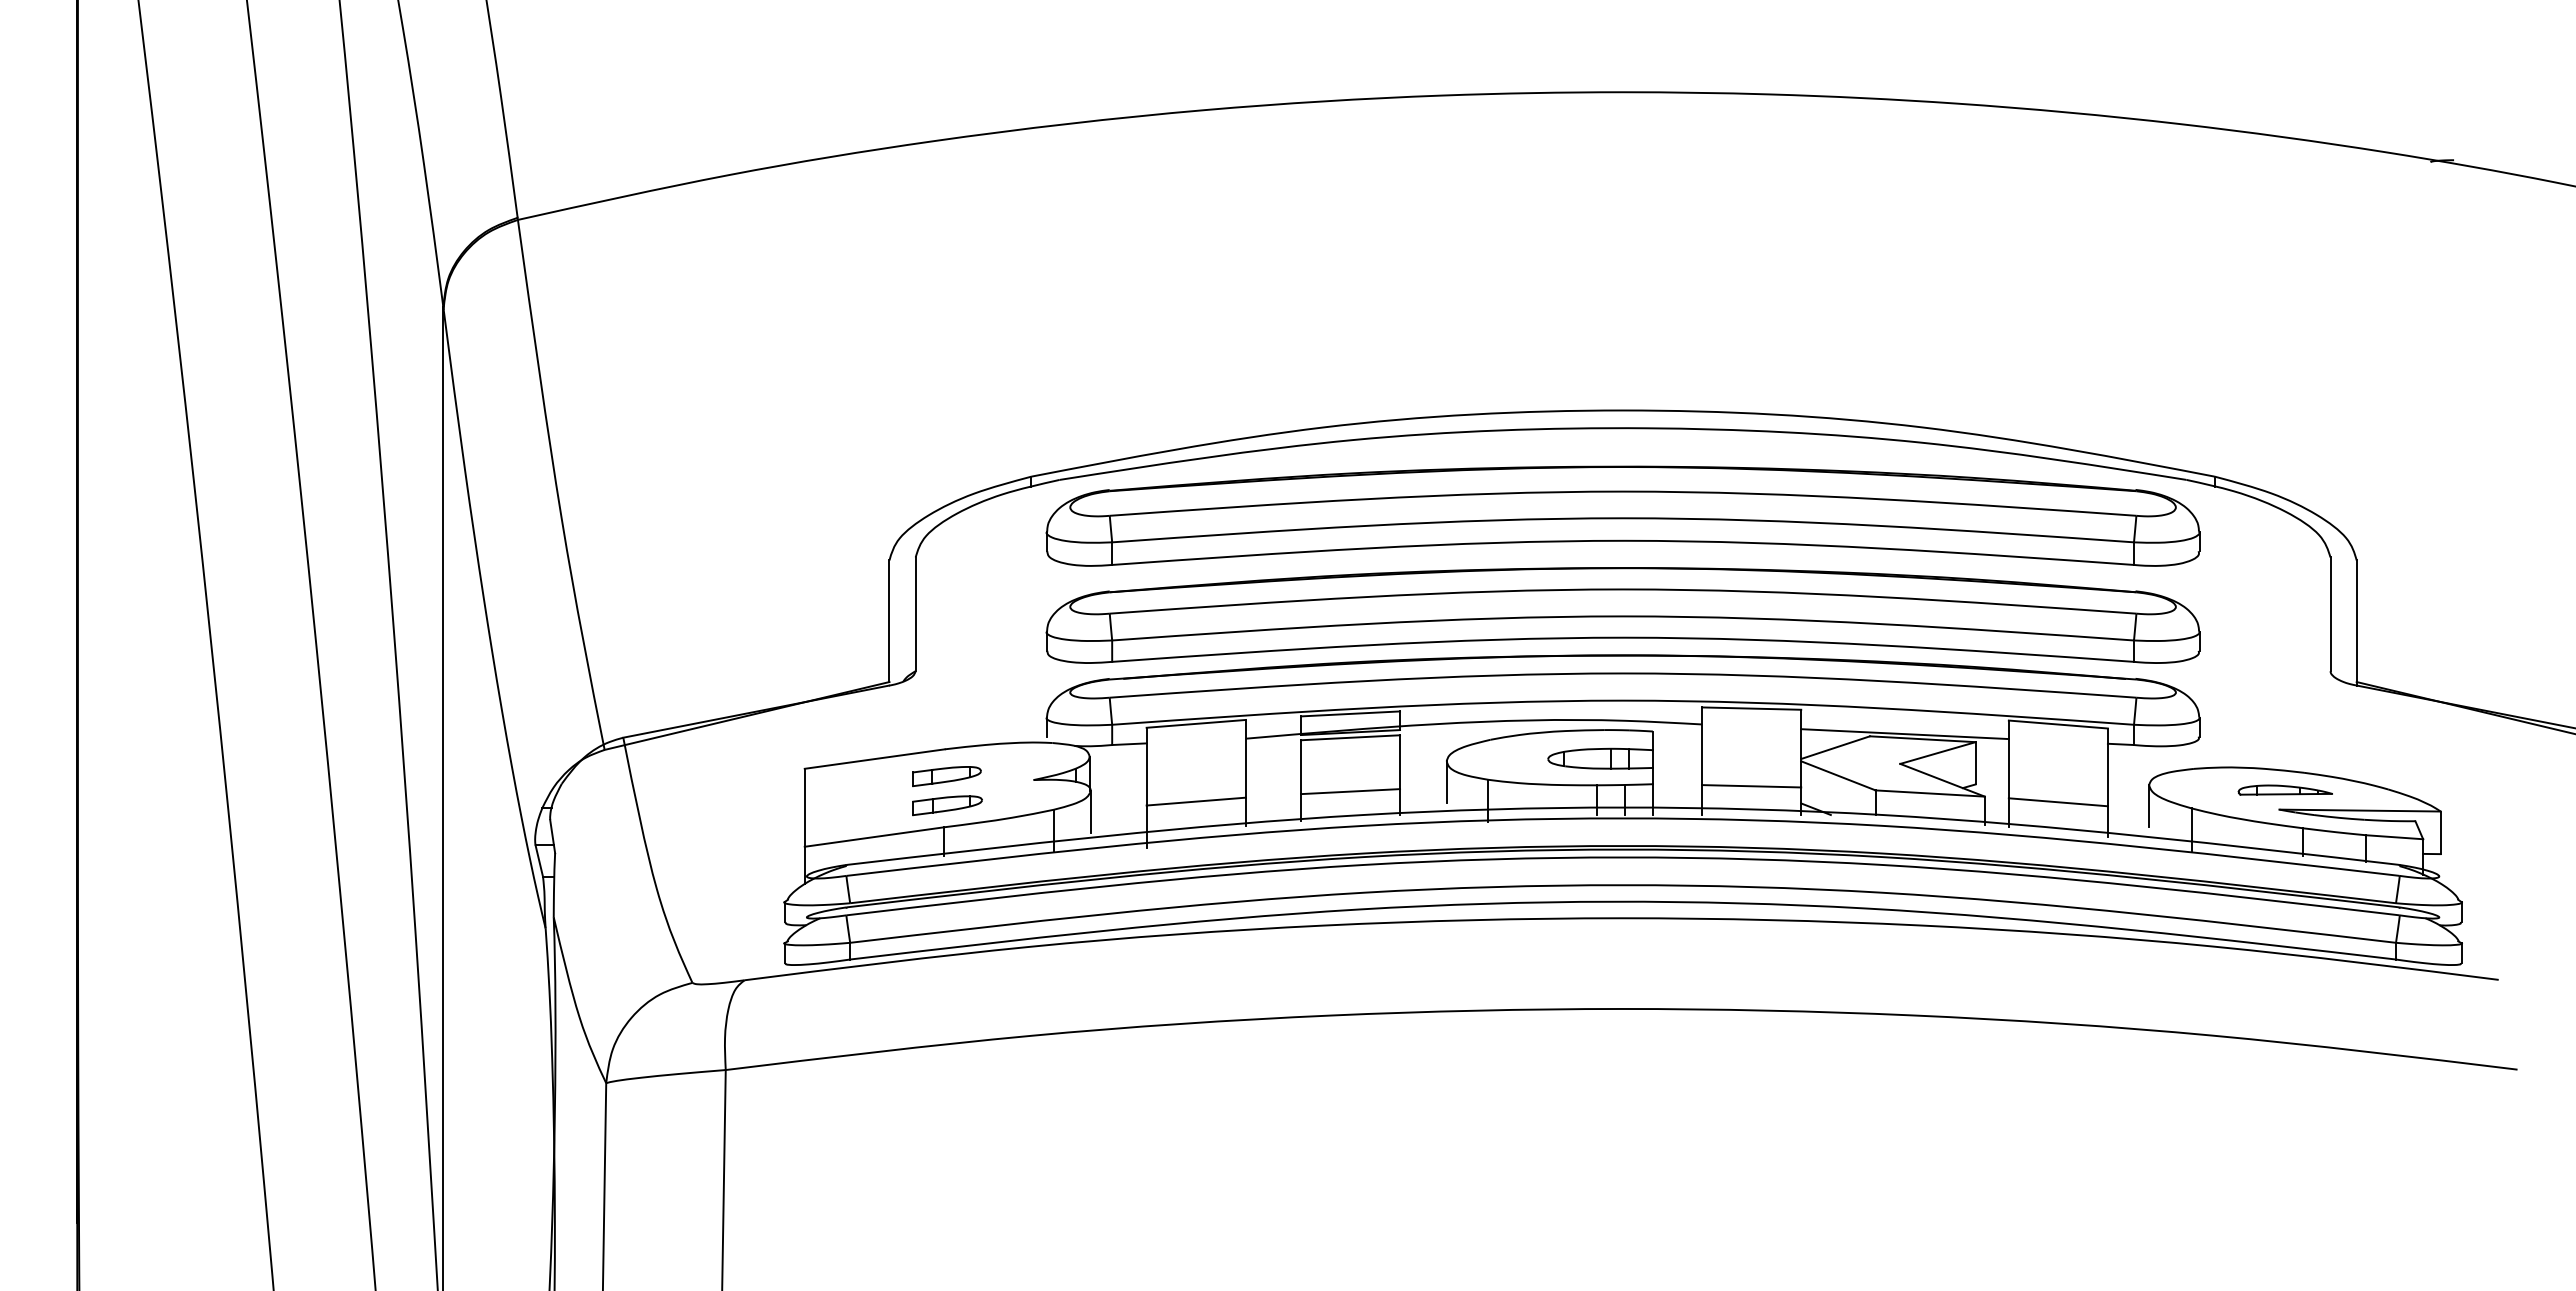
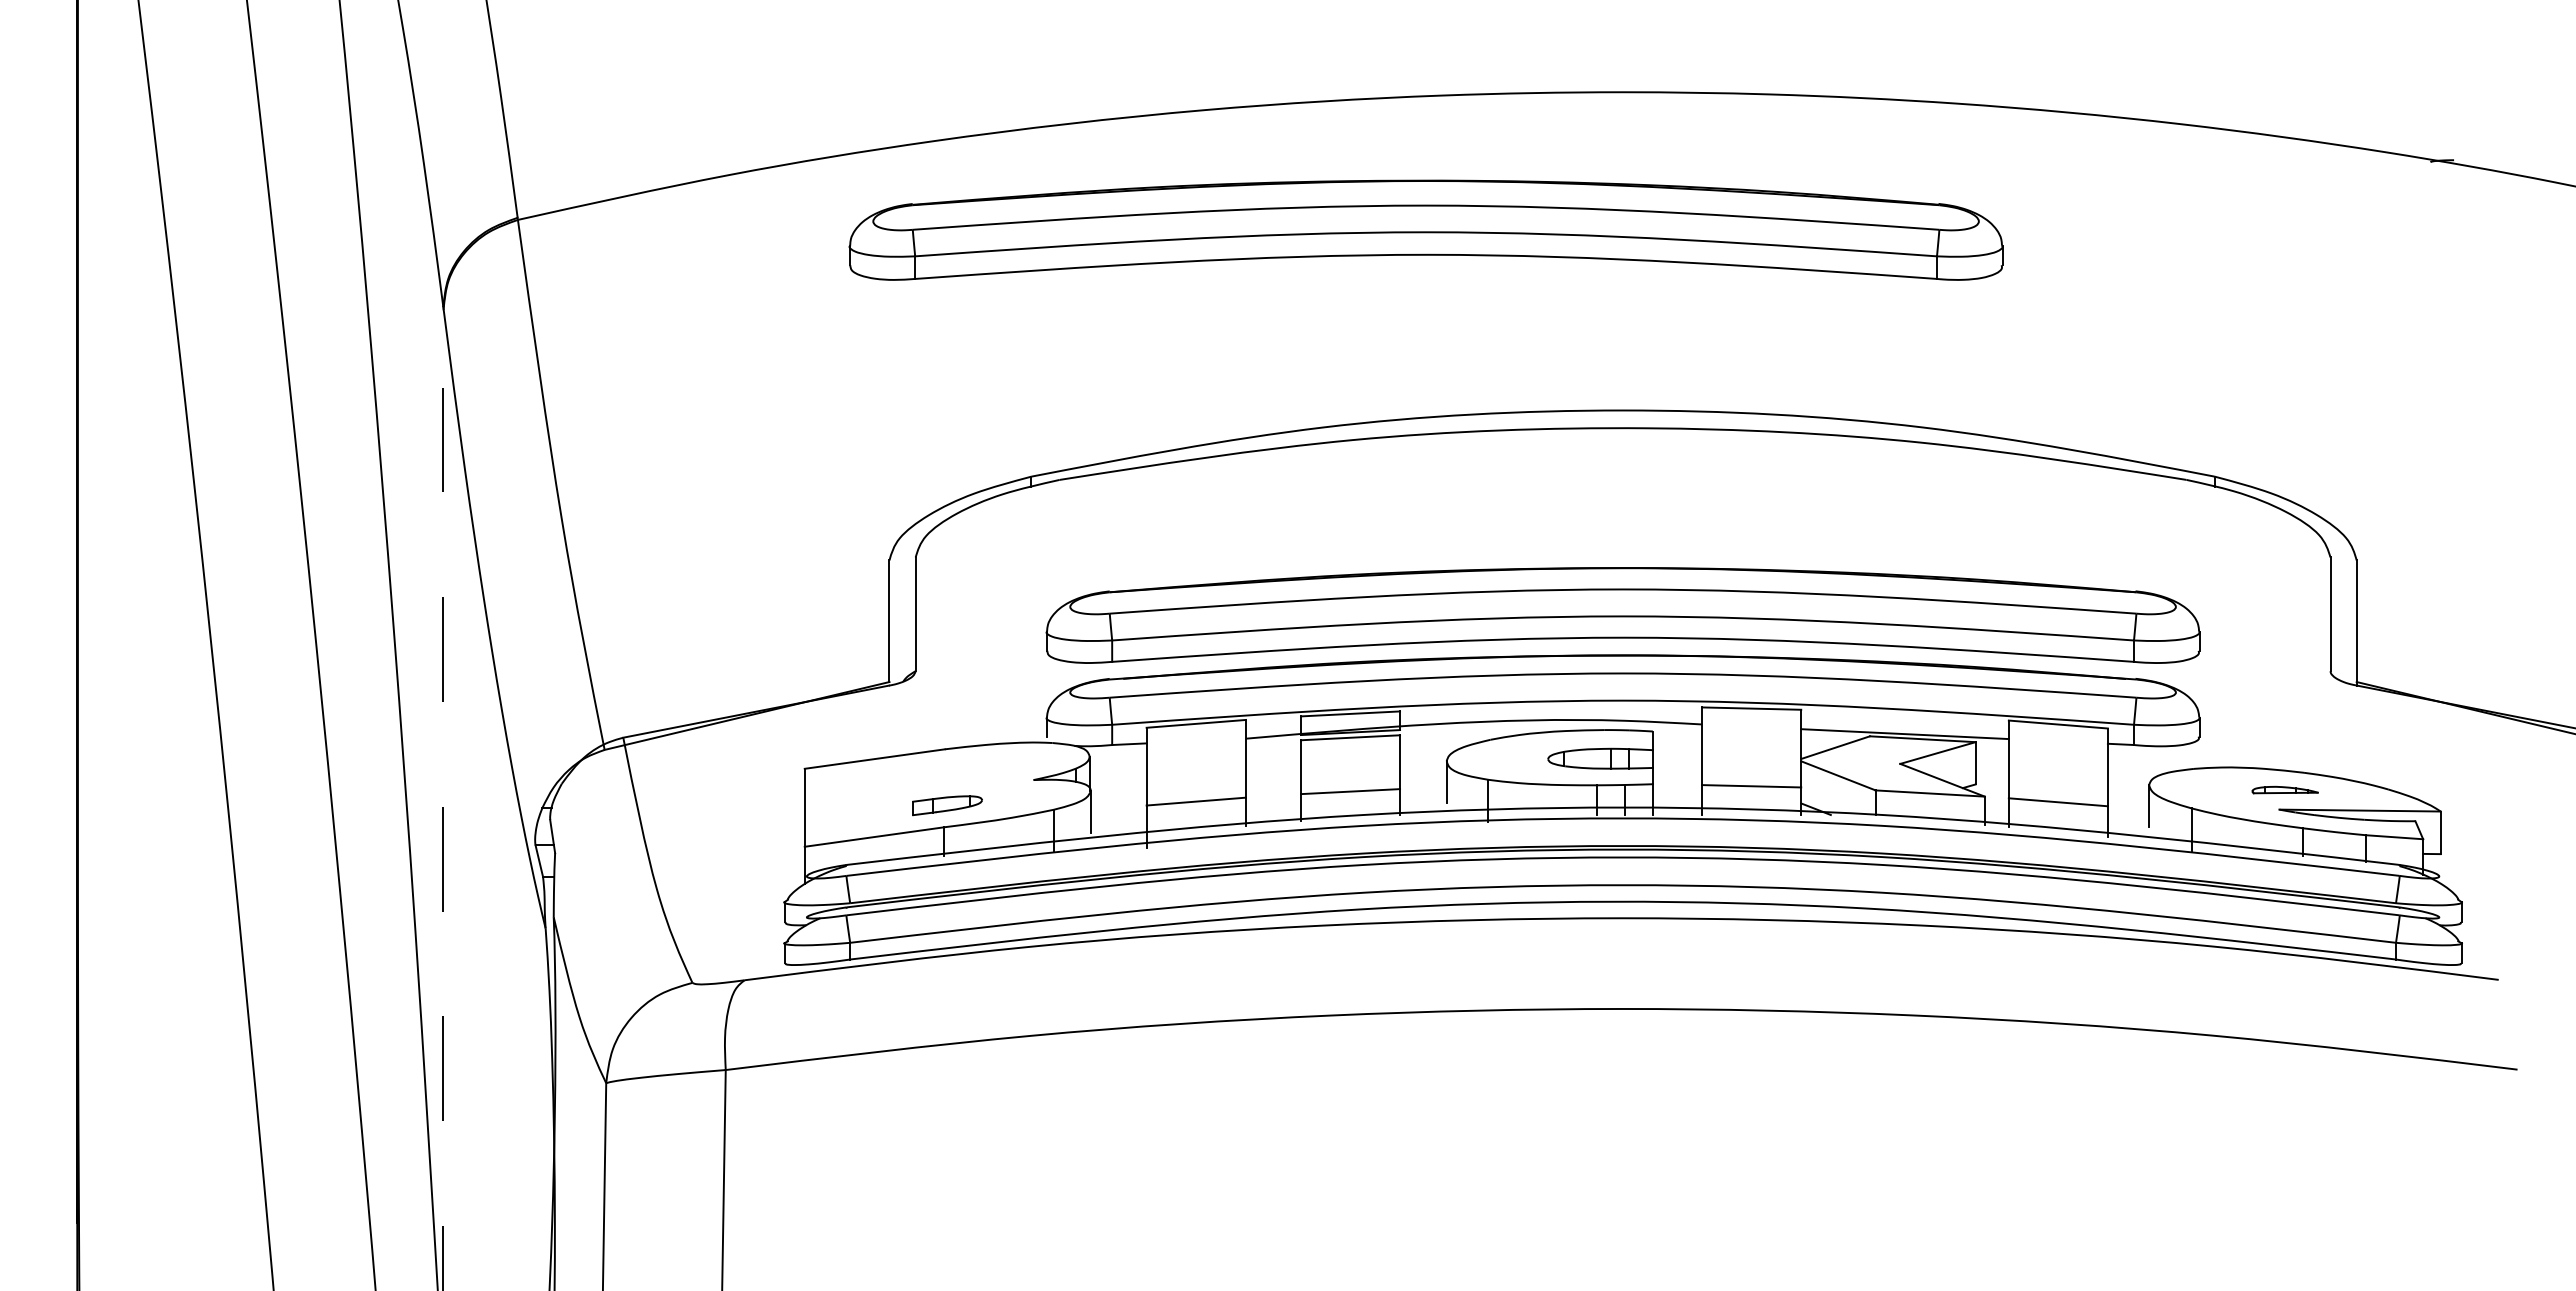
part at (1622, 515) position: (1622, 515) -> (1425, 229)
part at (946, 776): present -> none
part at (2284, 789) size: 96x12 px -> 68x10 px
line at (443, 798): solid -> dashed
